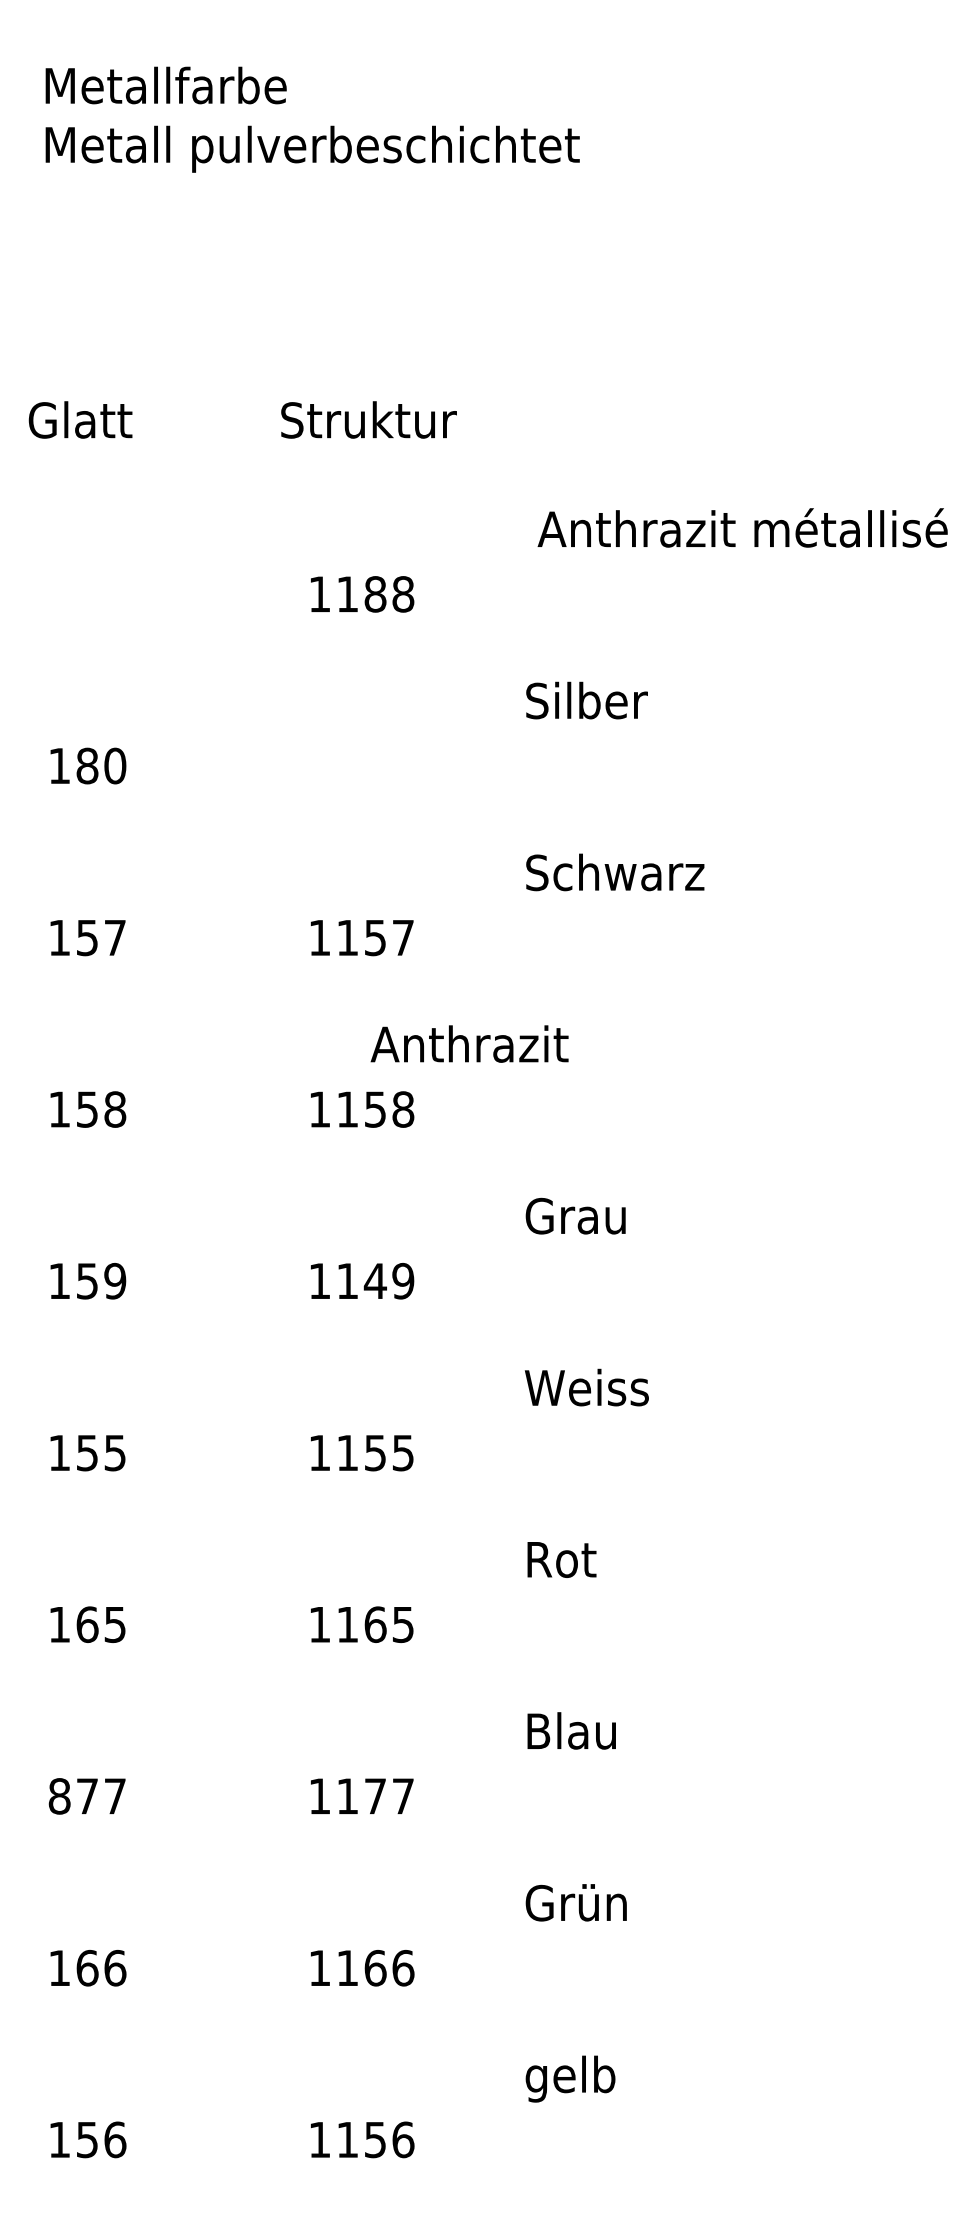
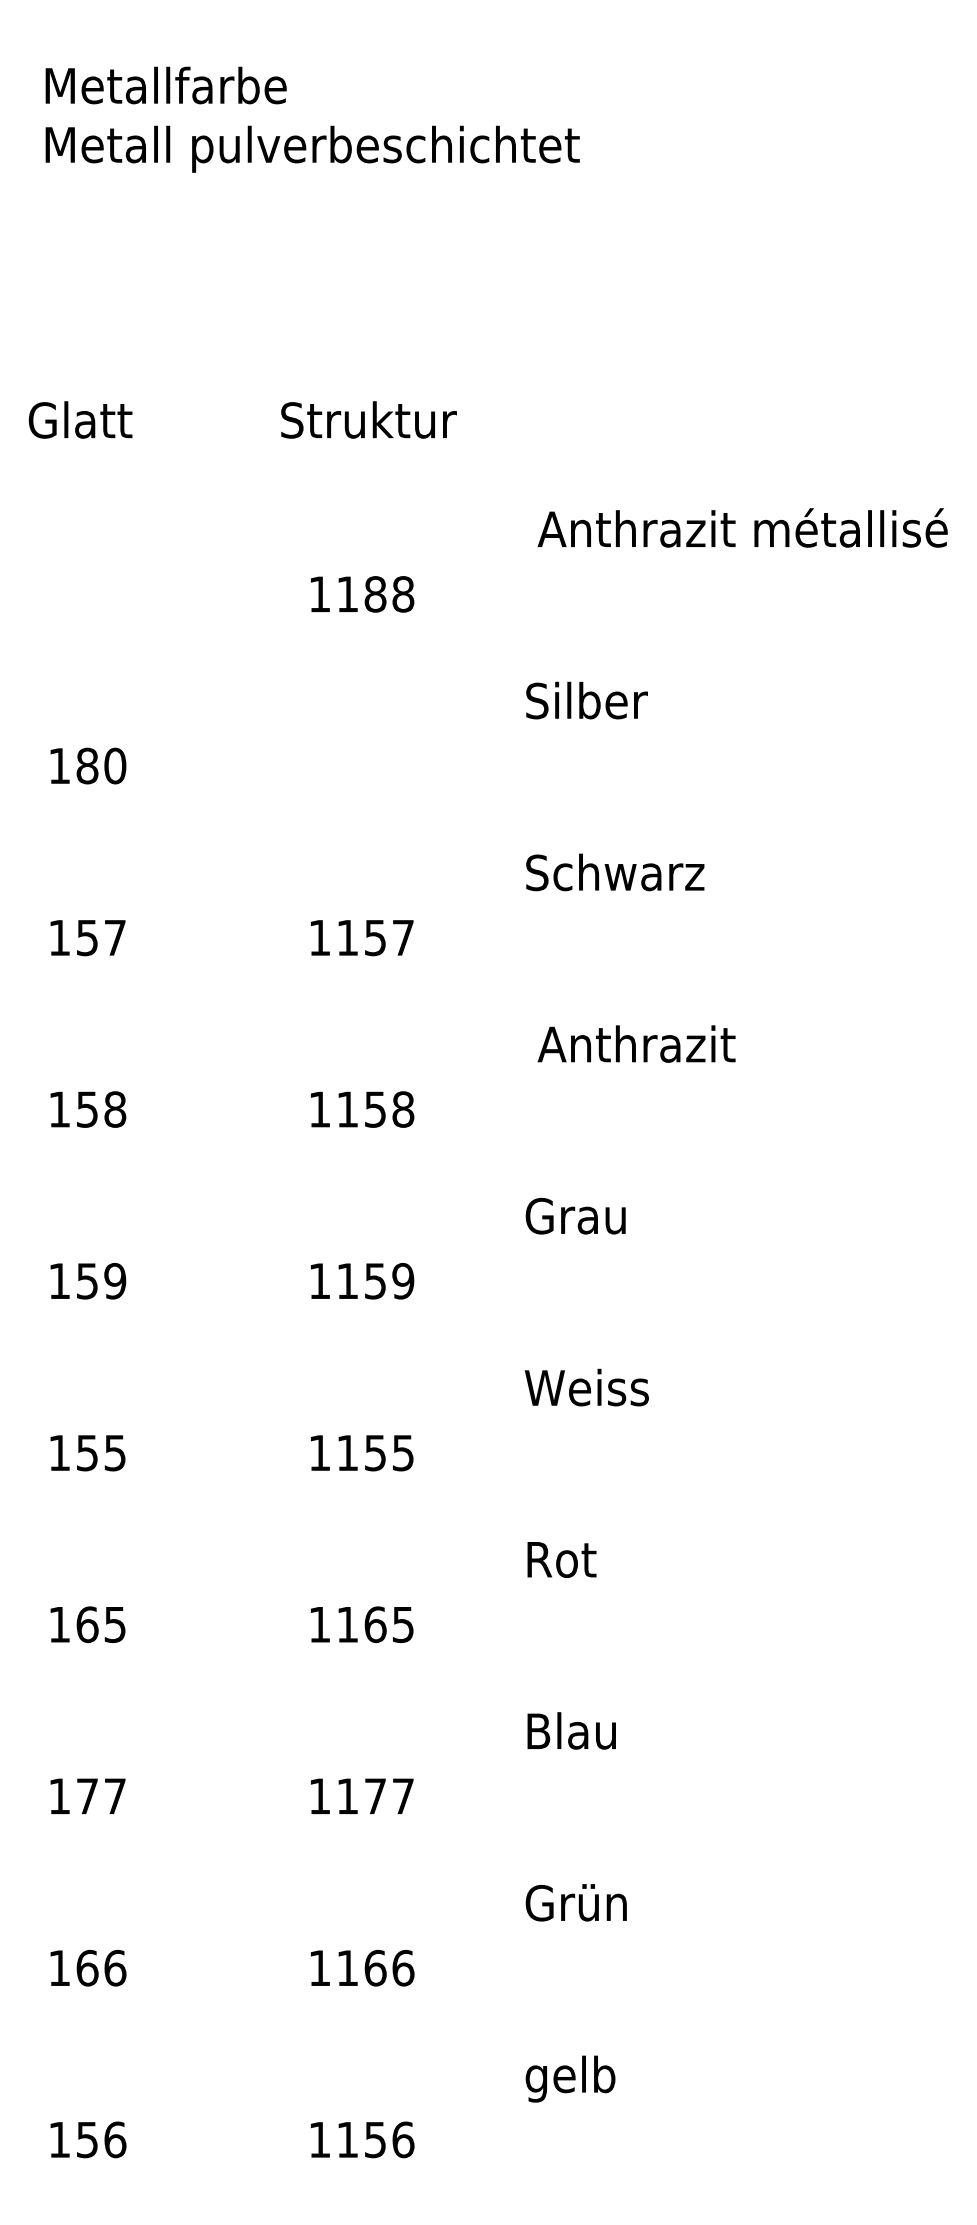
text at (469, 1043) position: (469, 1043) -> (636, 1043)
text at (374, 1281): 1149 -> 1159
text at (59, 1796): 877 -> 177
